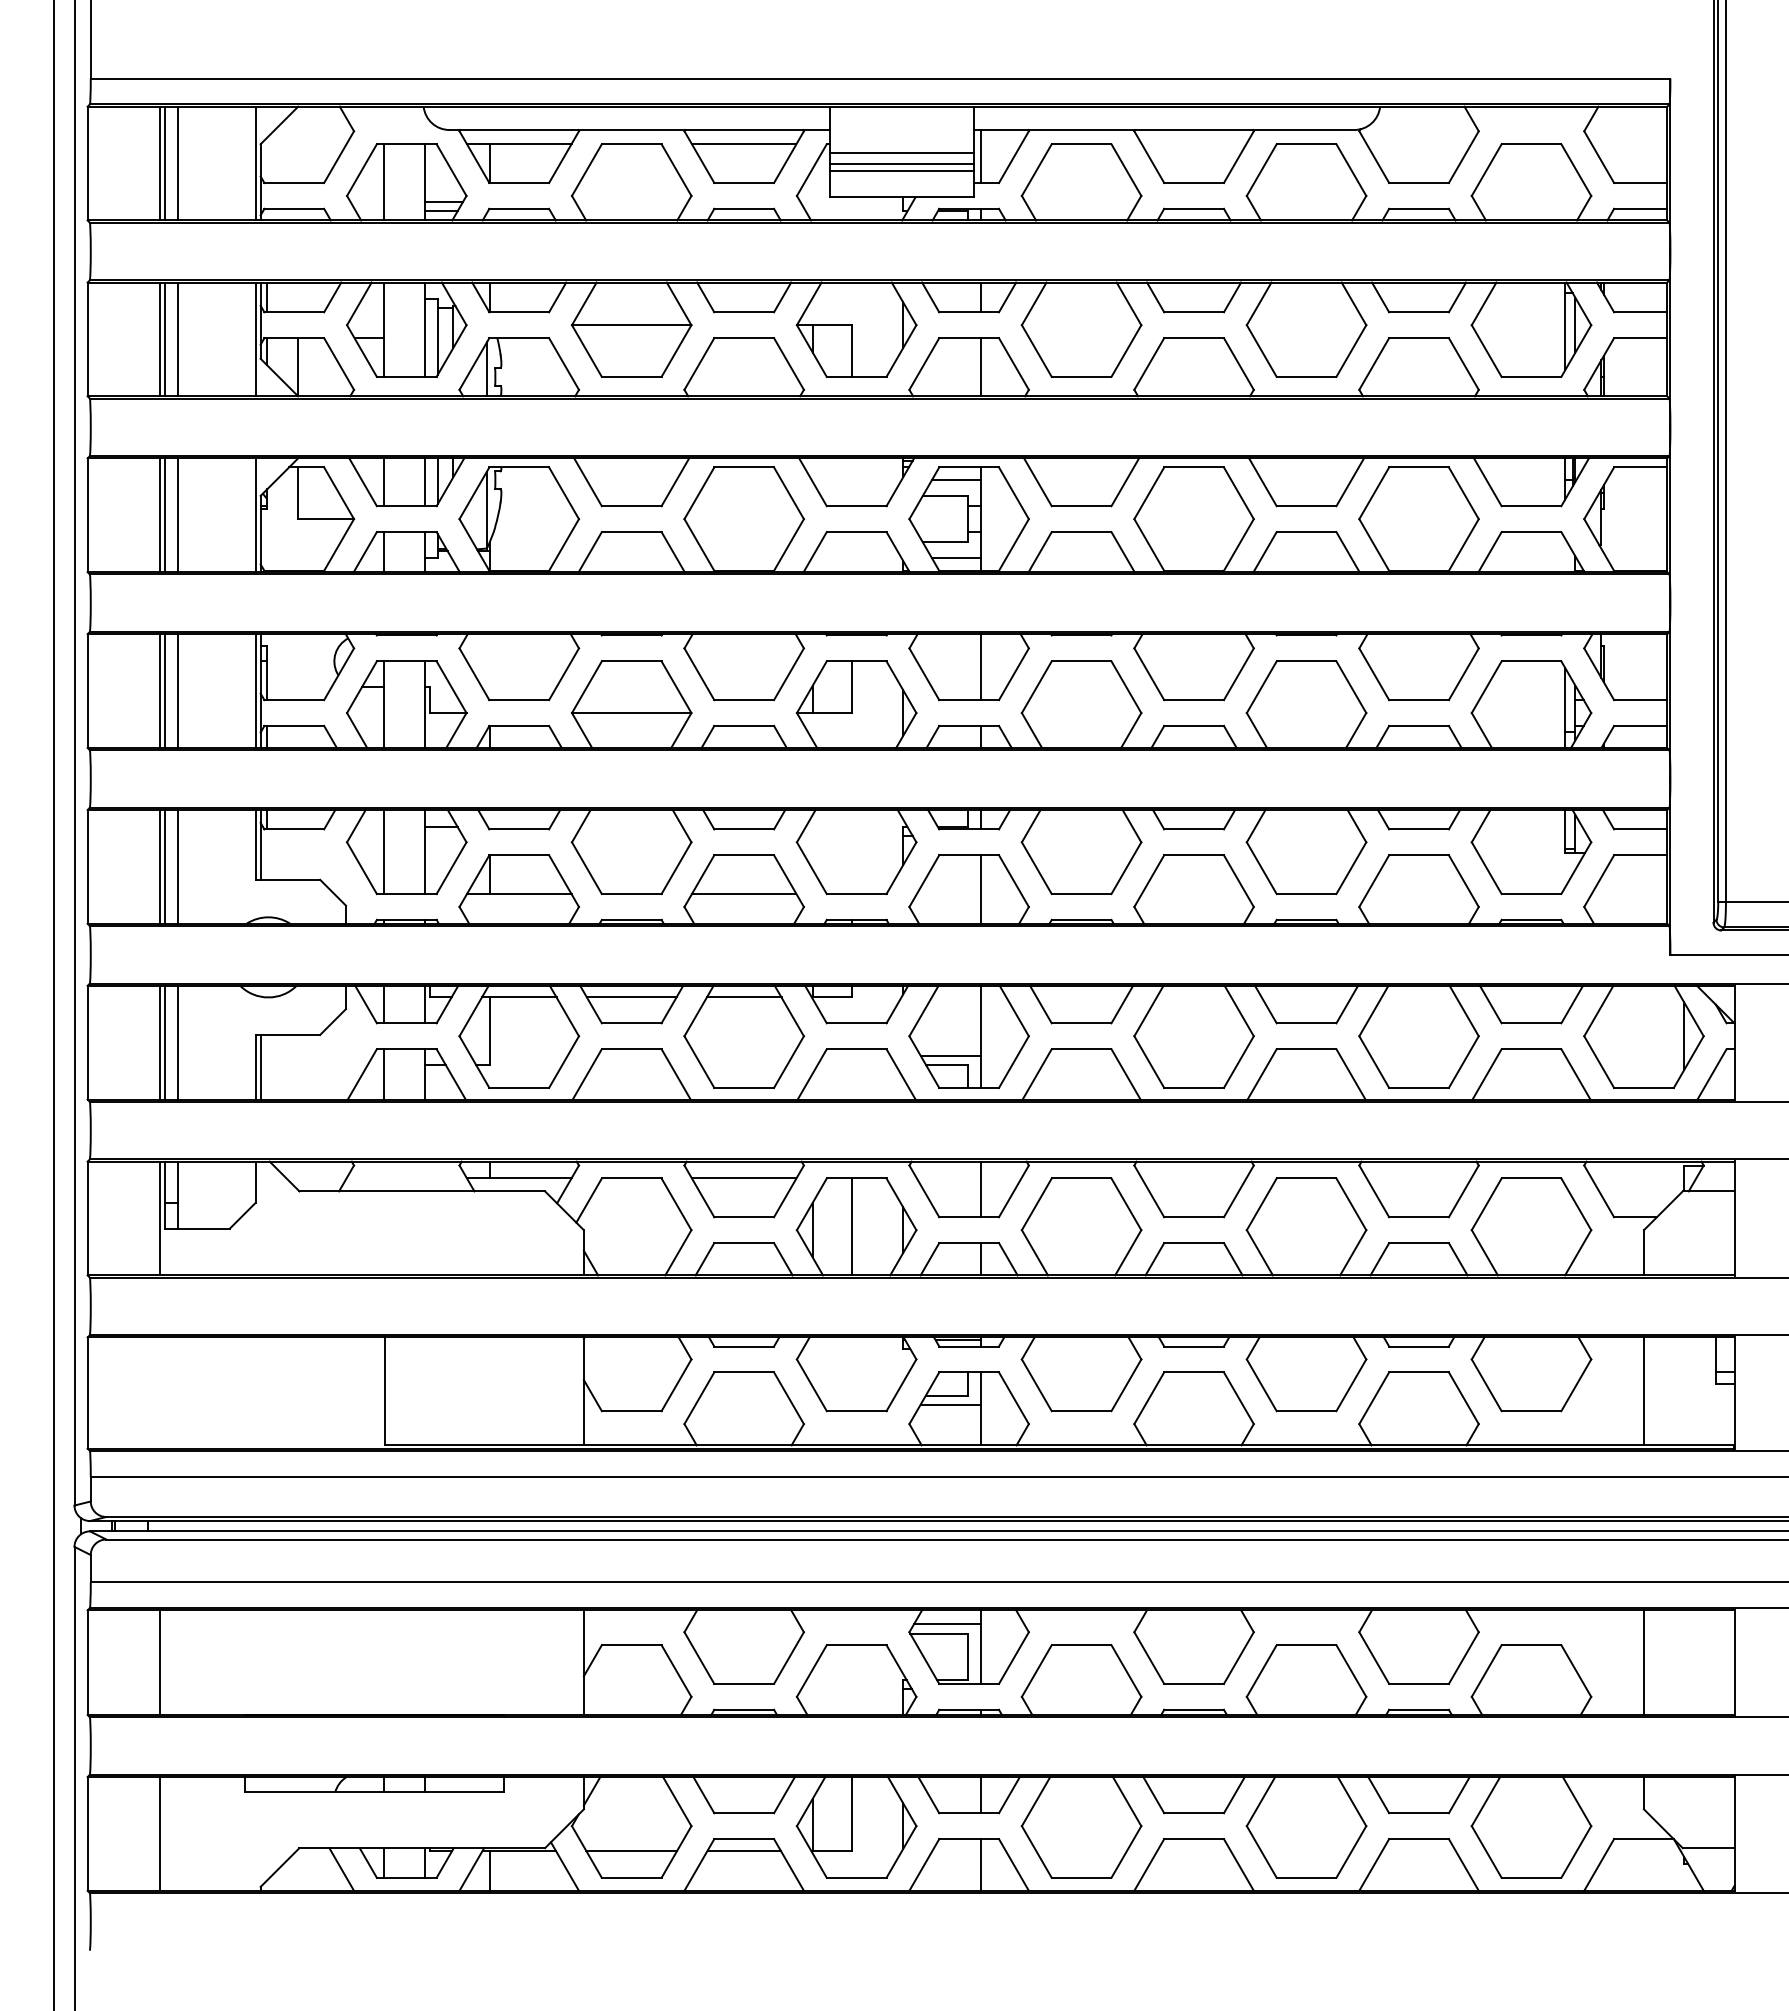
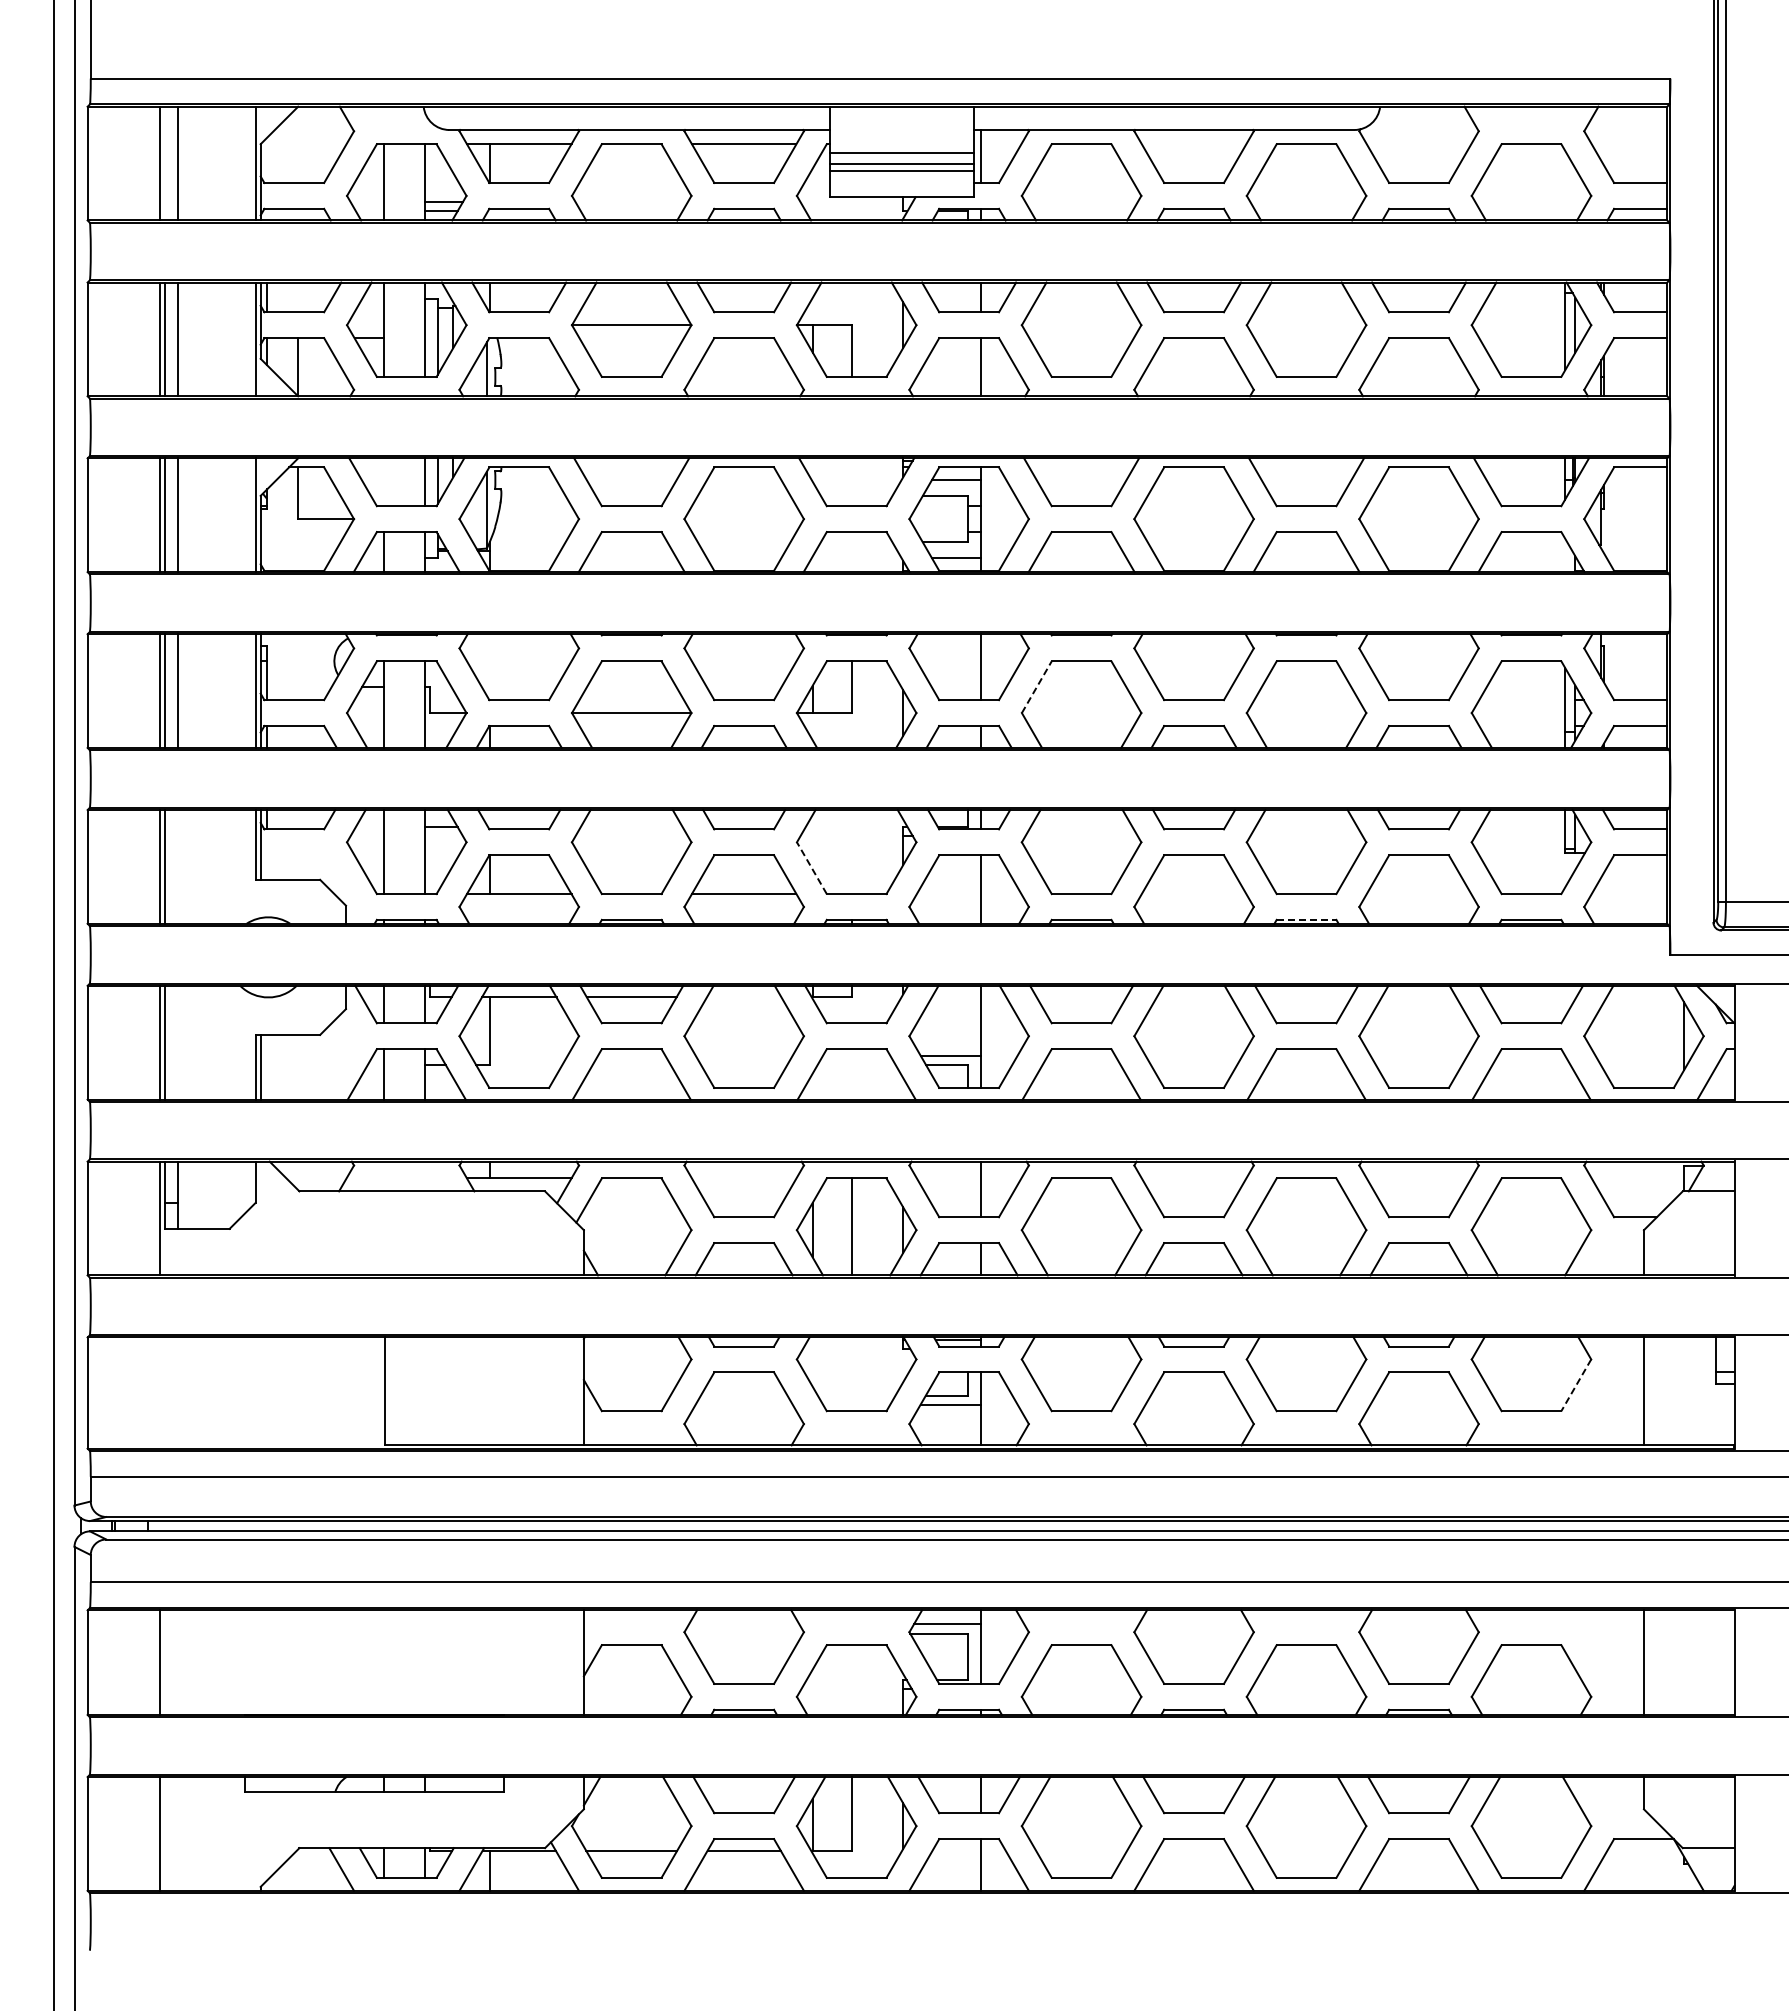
line at (165, 163): present -> none
line at (383, 482): present -> none
line at (1036, 687): solid -> dashed
line at (177, 866): present -> none
line at (811, 868): solid -> dashed
line at (1306, 919): solid -> dashed
line at (743, 997): present -> none
line at (177, 1042): present -> none
line at (743, 1178): present -> none
line at (1576, 1385): solid -> dashed
